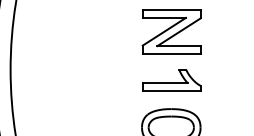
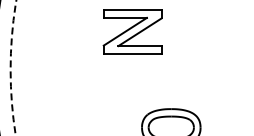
part at (171, 31) position: (171, 31) -> (132, 31)
arc at (10, 68): solid -> dashed
part at (171, 80): present -> none
